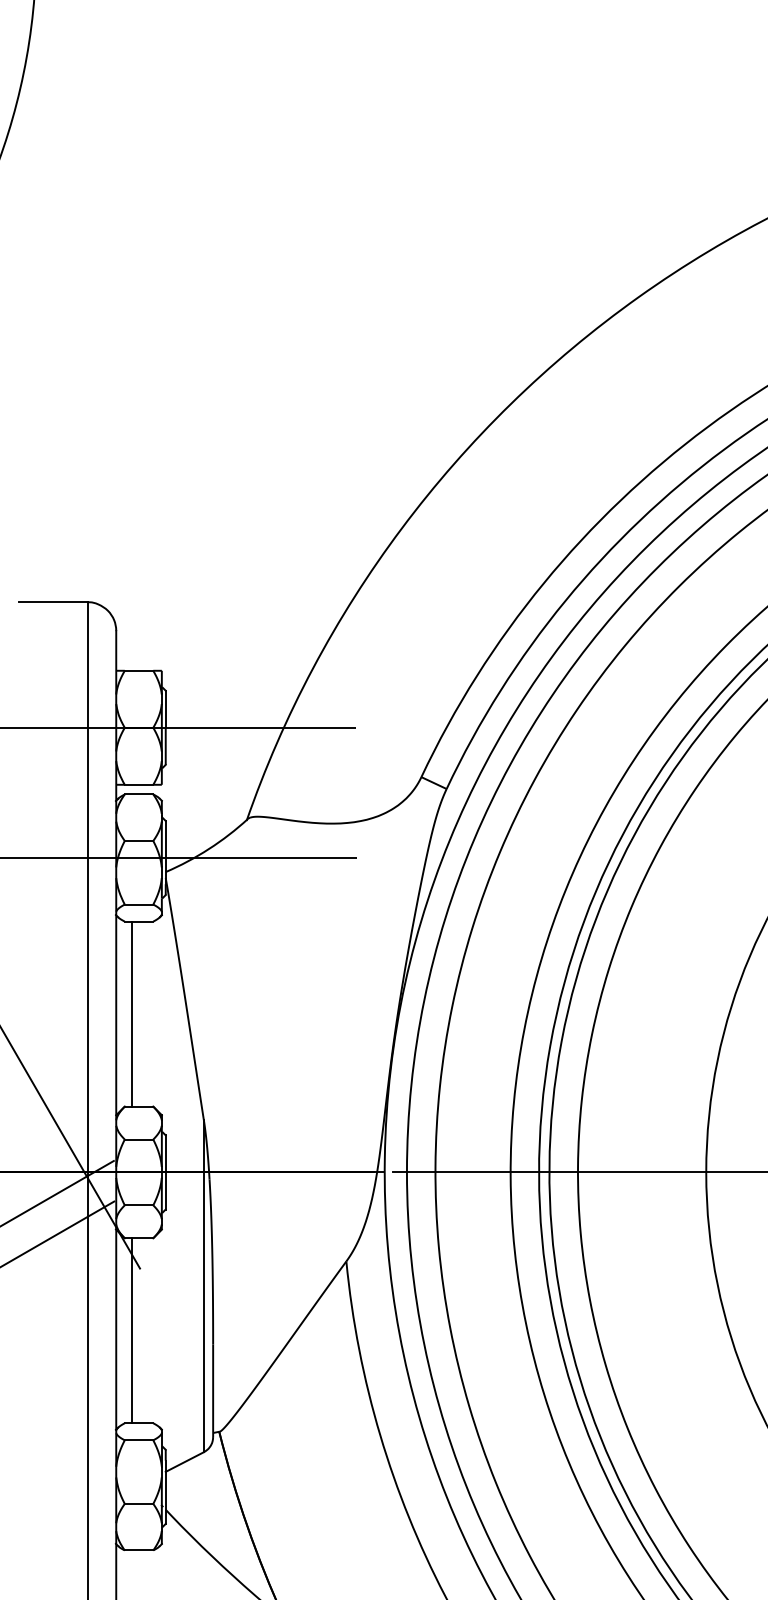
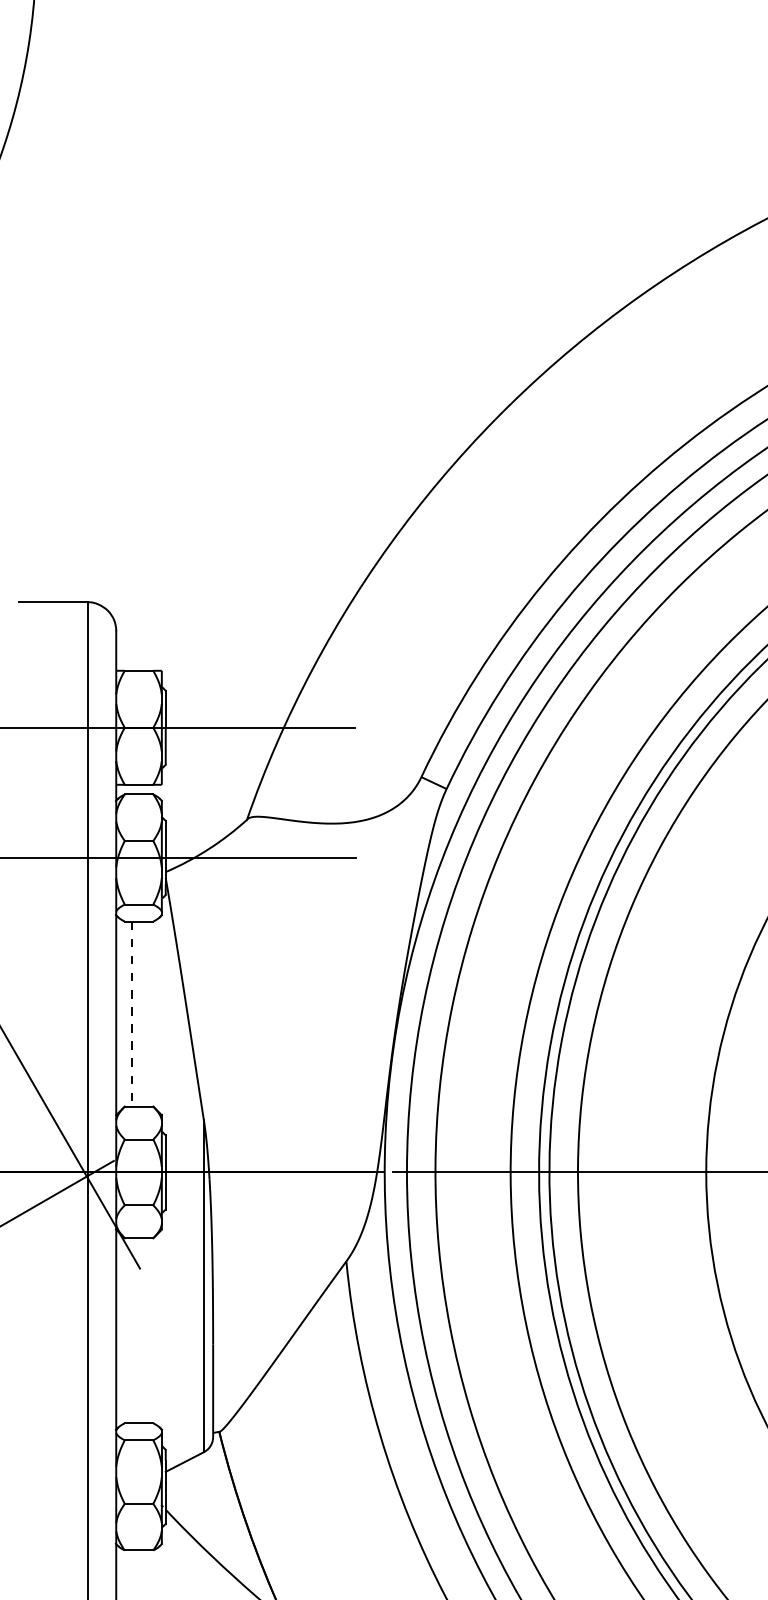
line at (131, 1014): solid -> dashed
line at (58, 1233): present -> none
line at (131, 1330): present -> none
